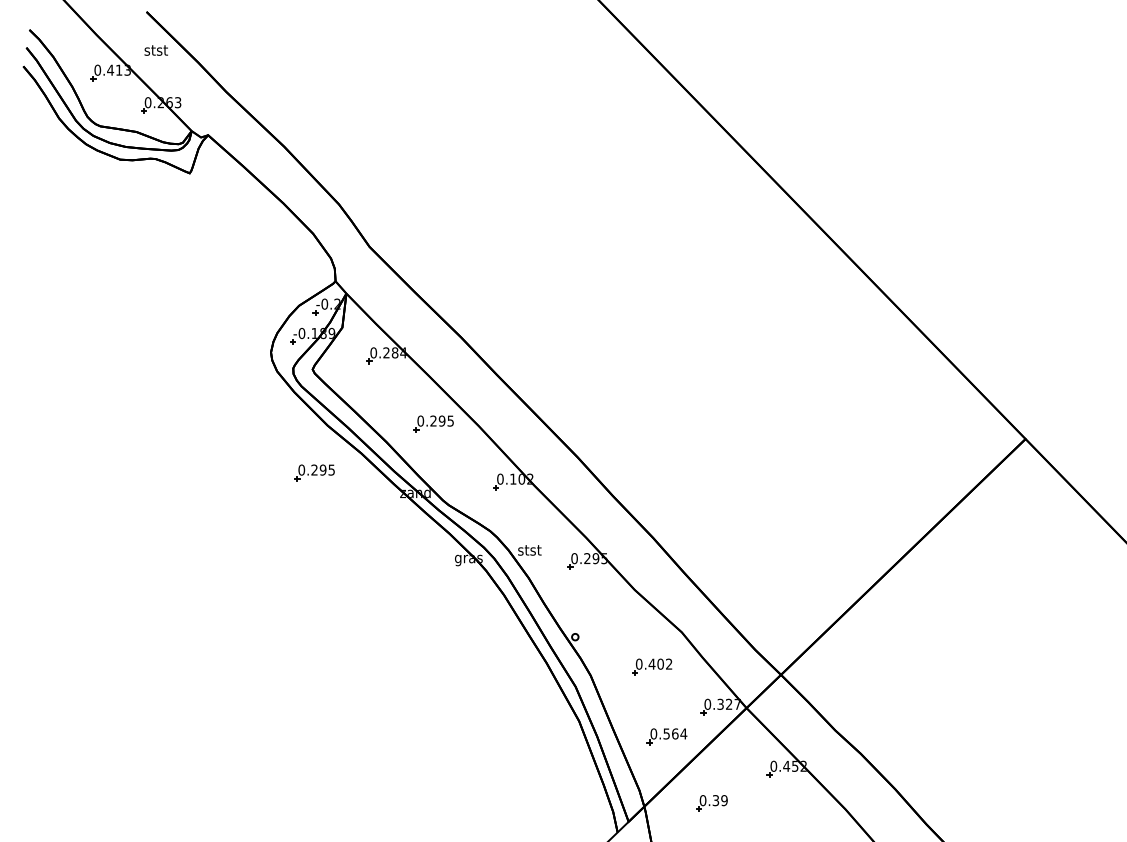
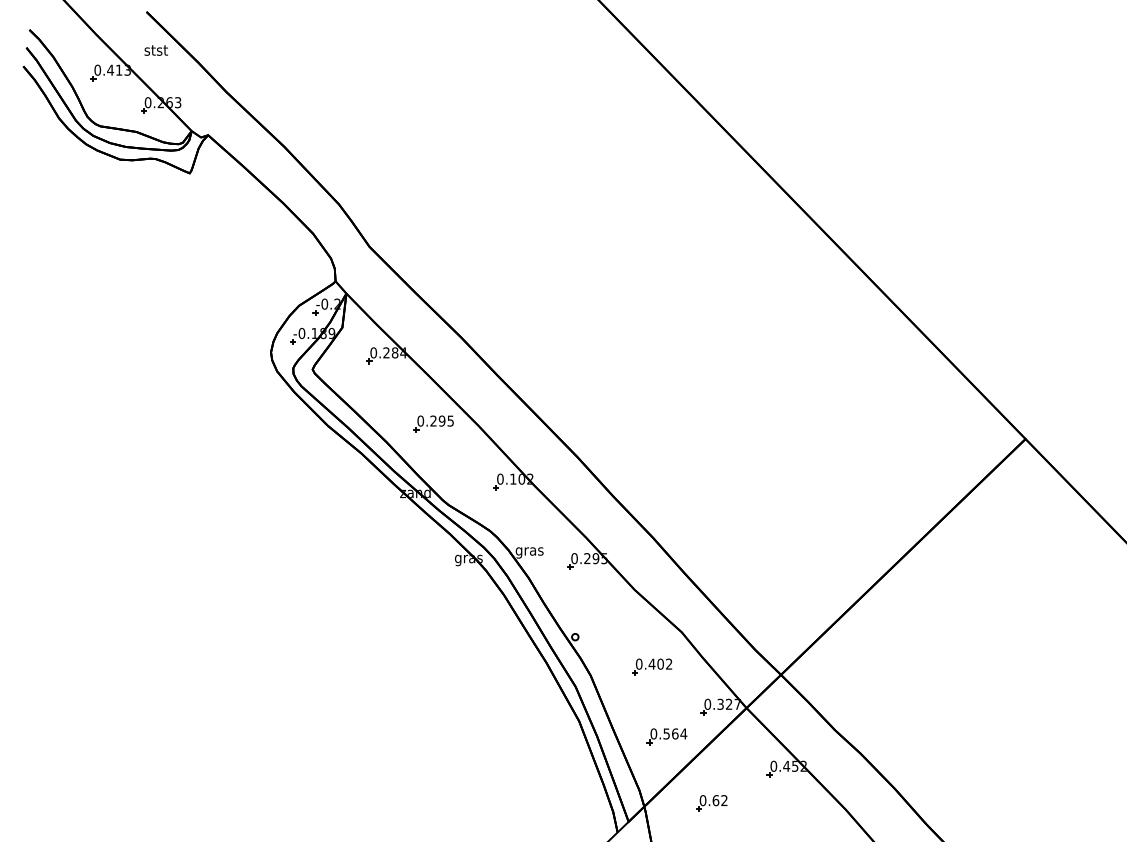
part at (314, 472): present -> none
text at (529, 551): stst -> gras
text at (719, 800): 0.39 -> 0.62
